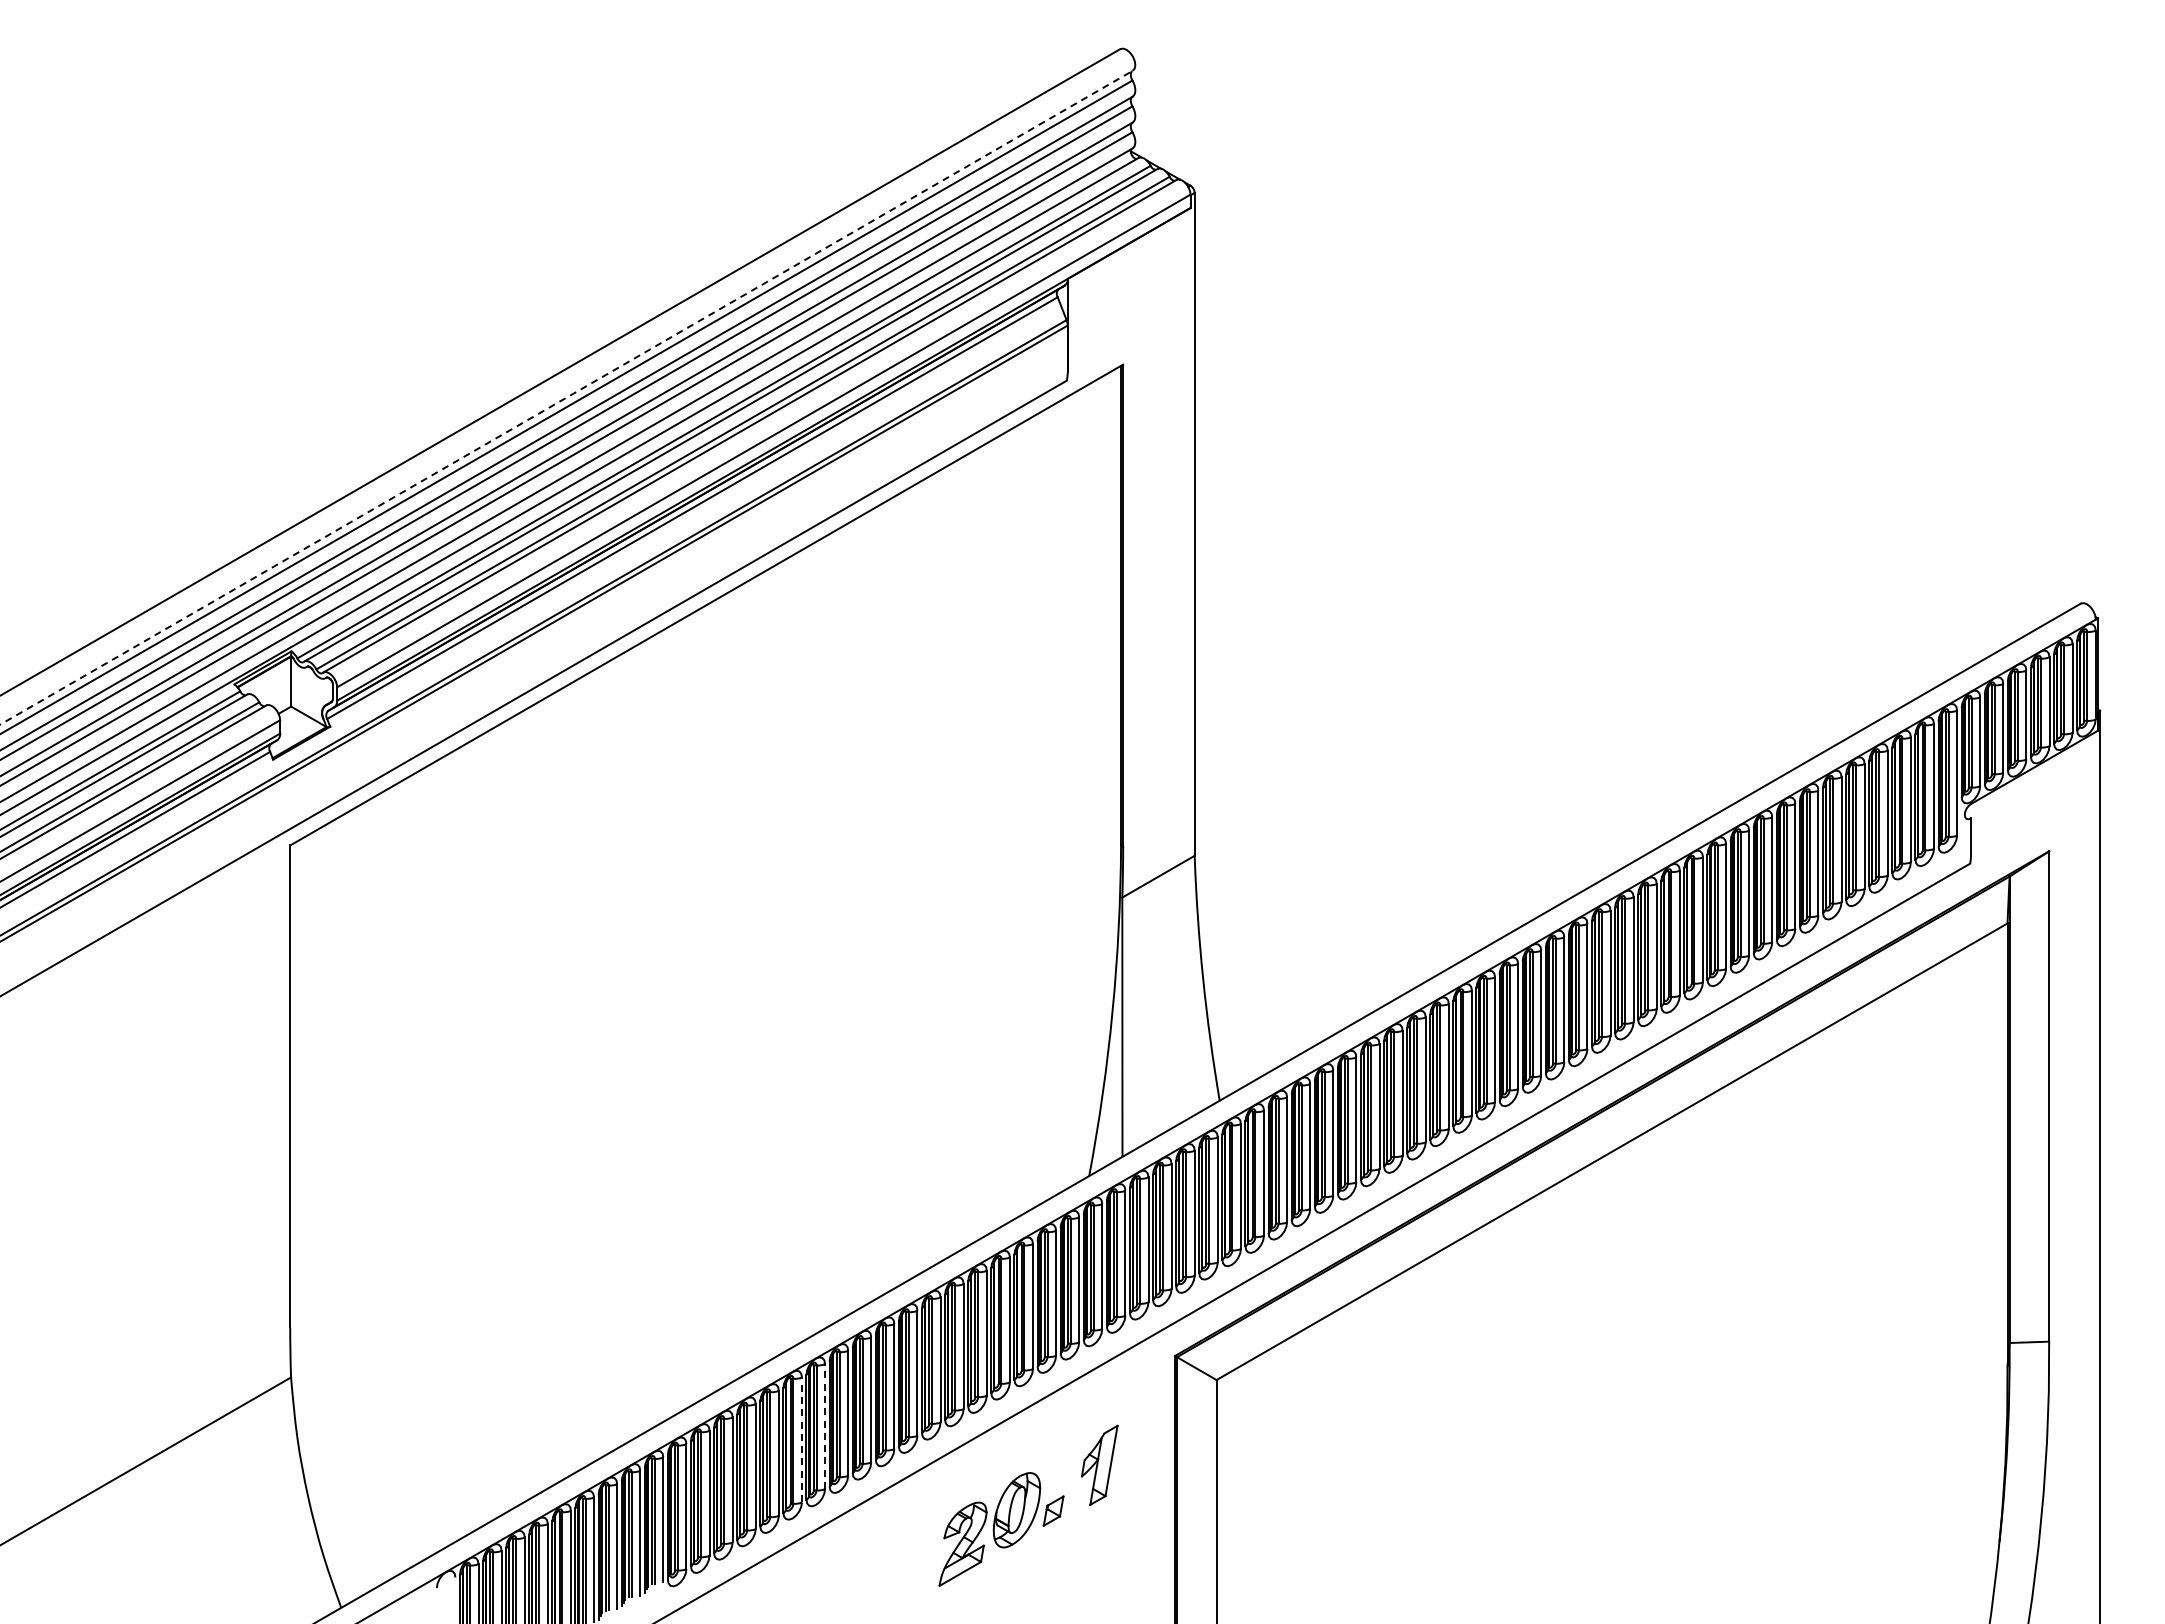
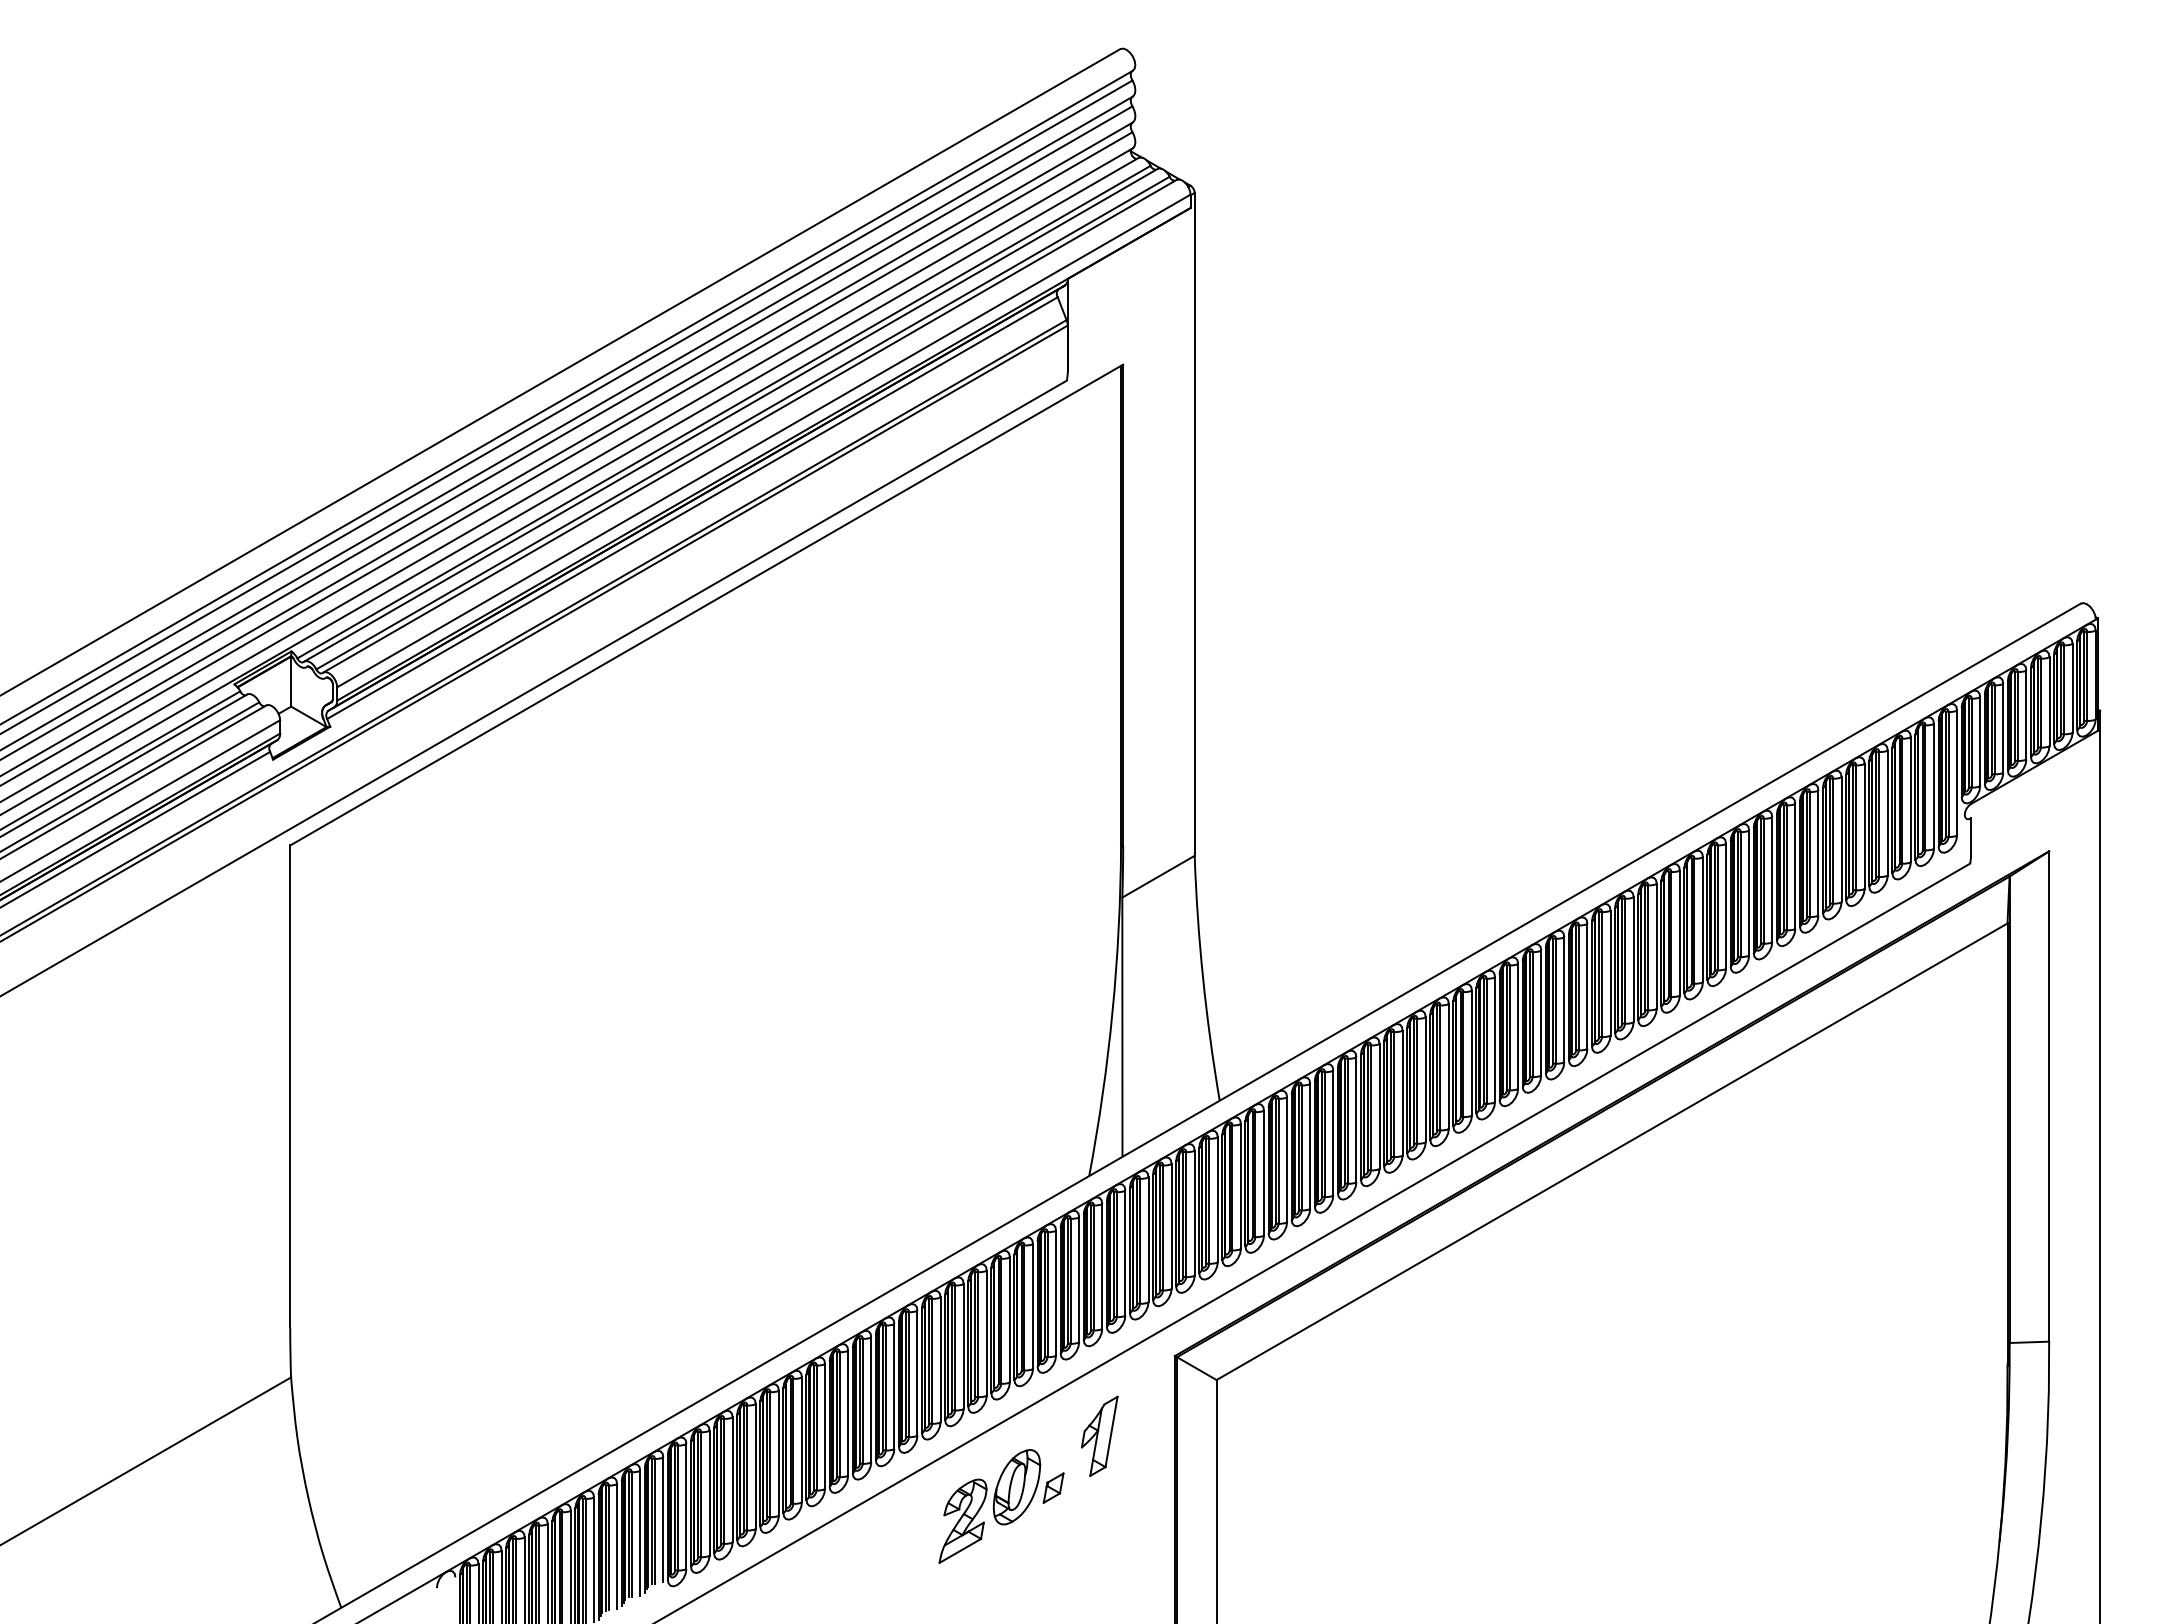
line at (566, 397): dashed -> solid
line at (825, 1426): dashed -> solid
line at (801, 1439): dashed -> solid
part at (1099, 1464) position: (1099, 1464) -> (1099, 1435)
part at (1001, 1529) position: (1001, 1529) -> (1001, 1506)
